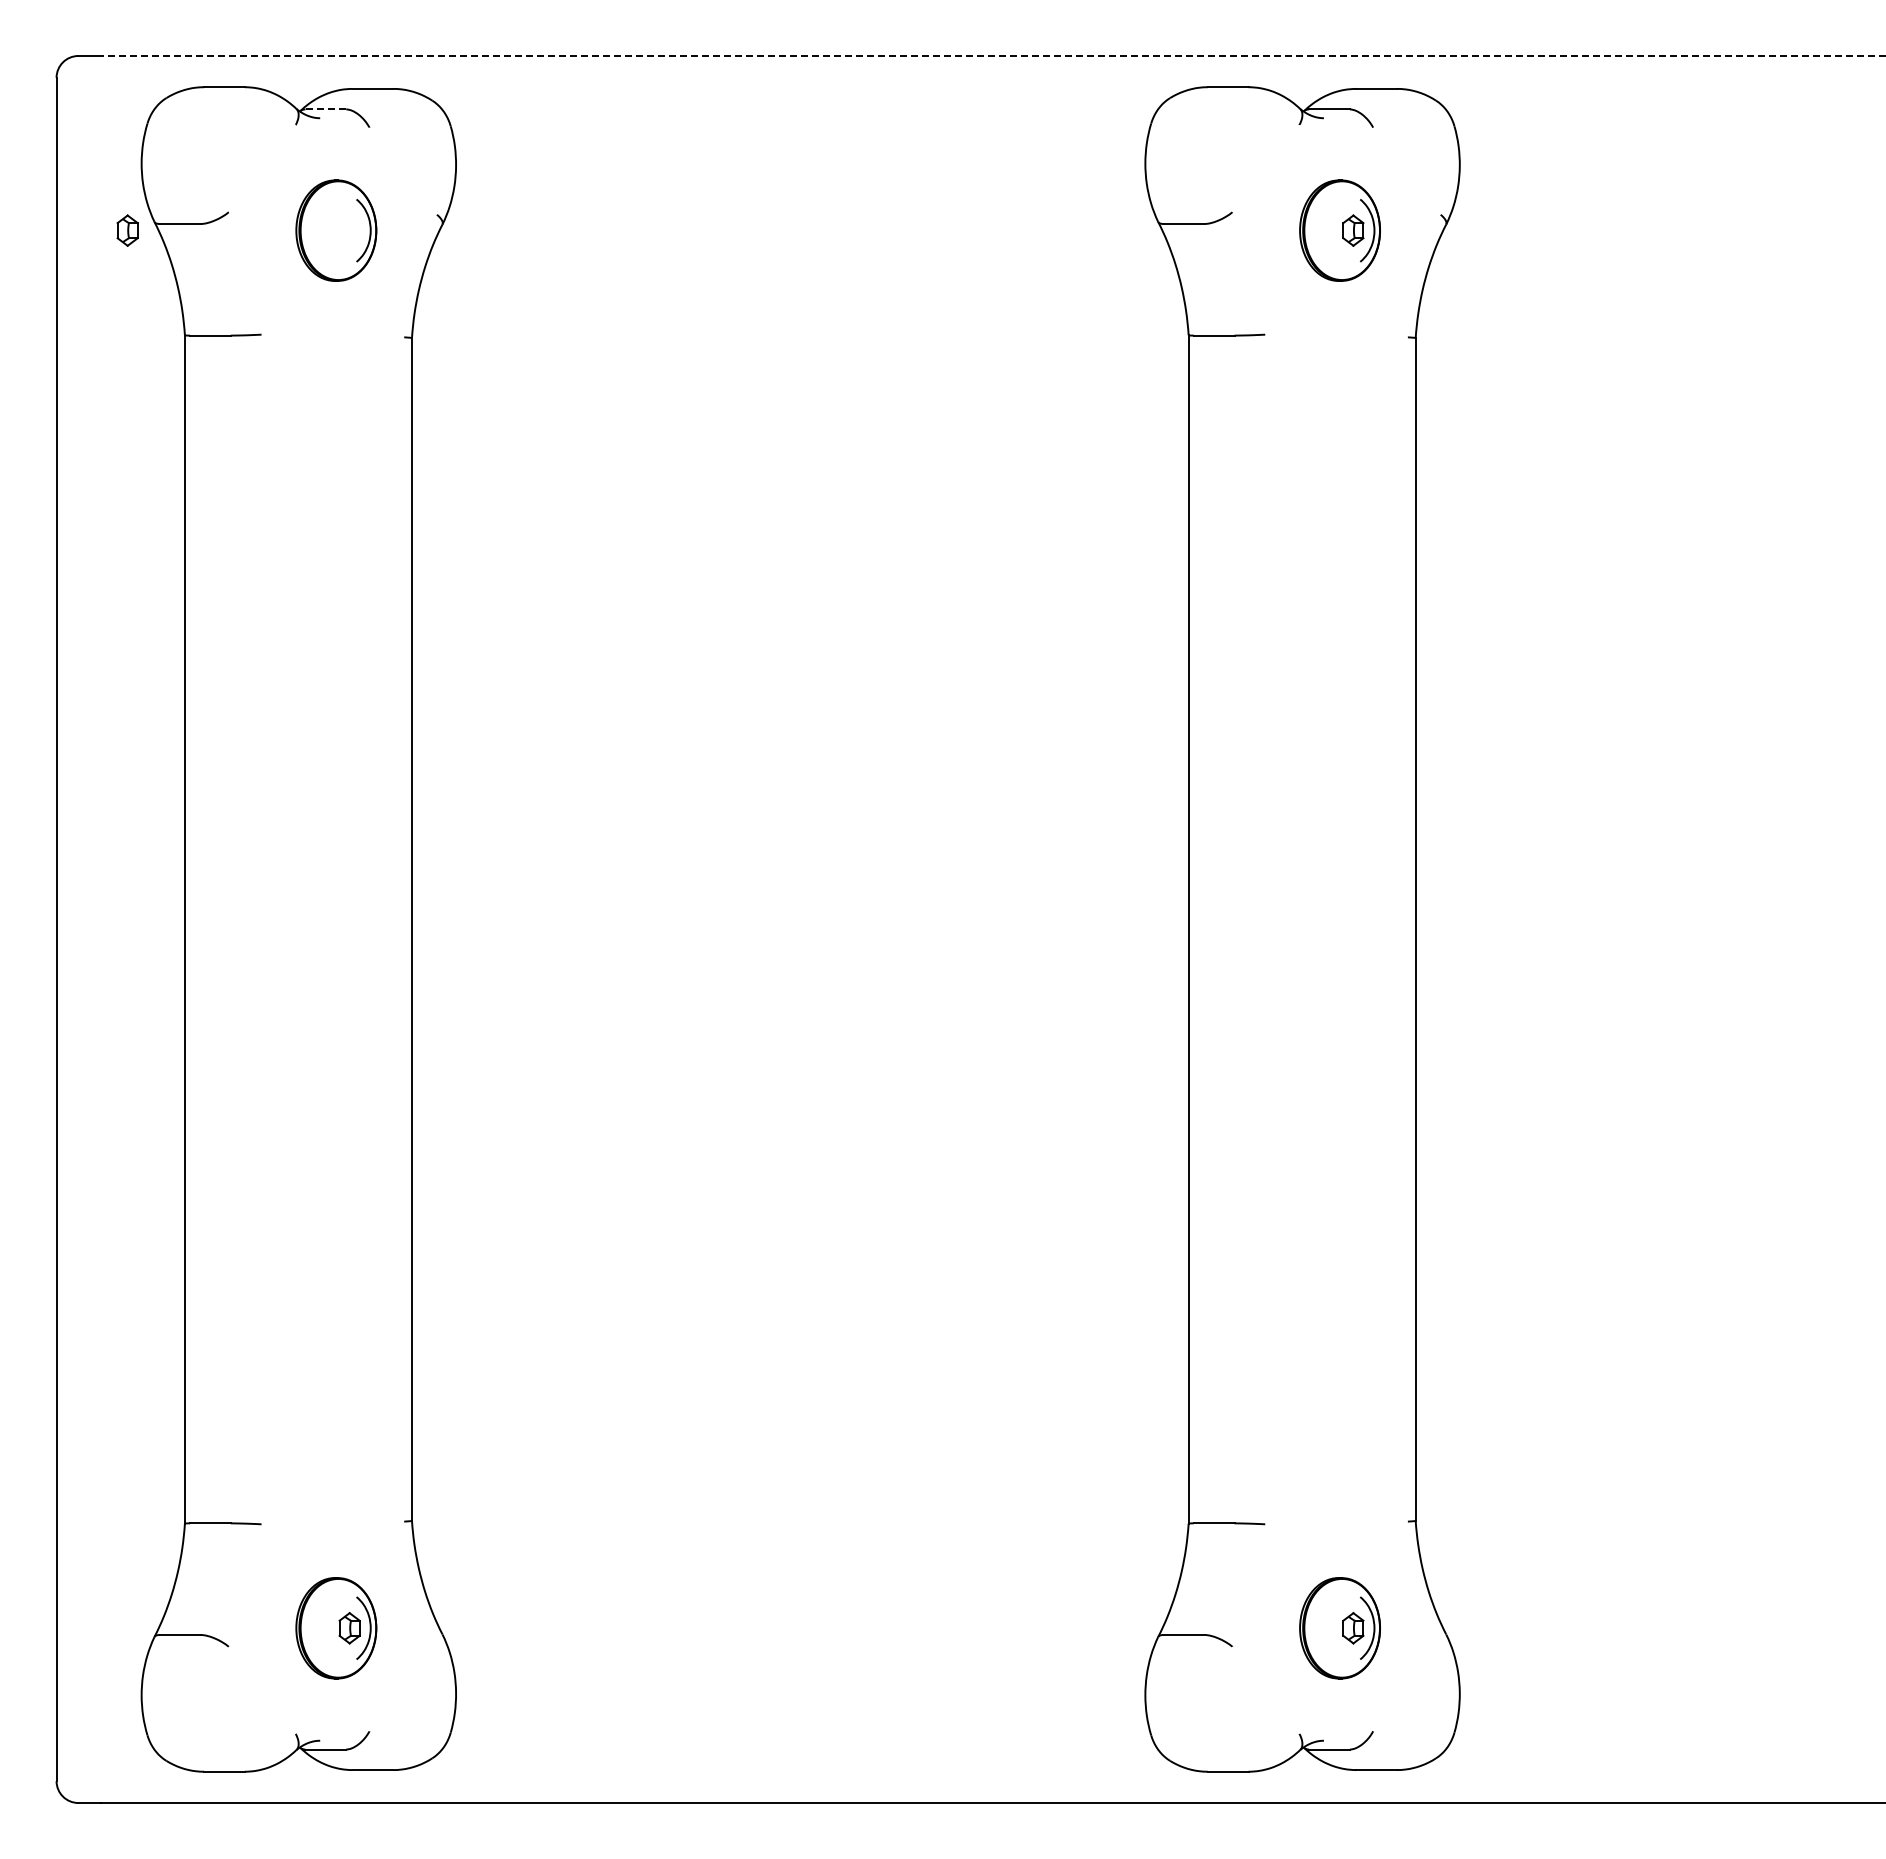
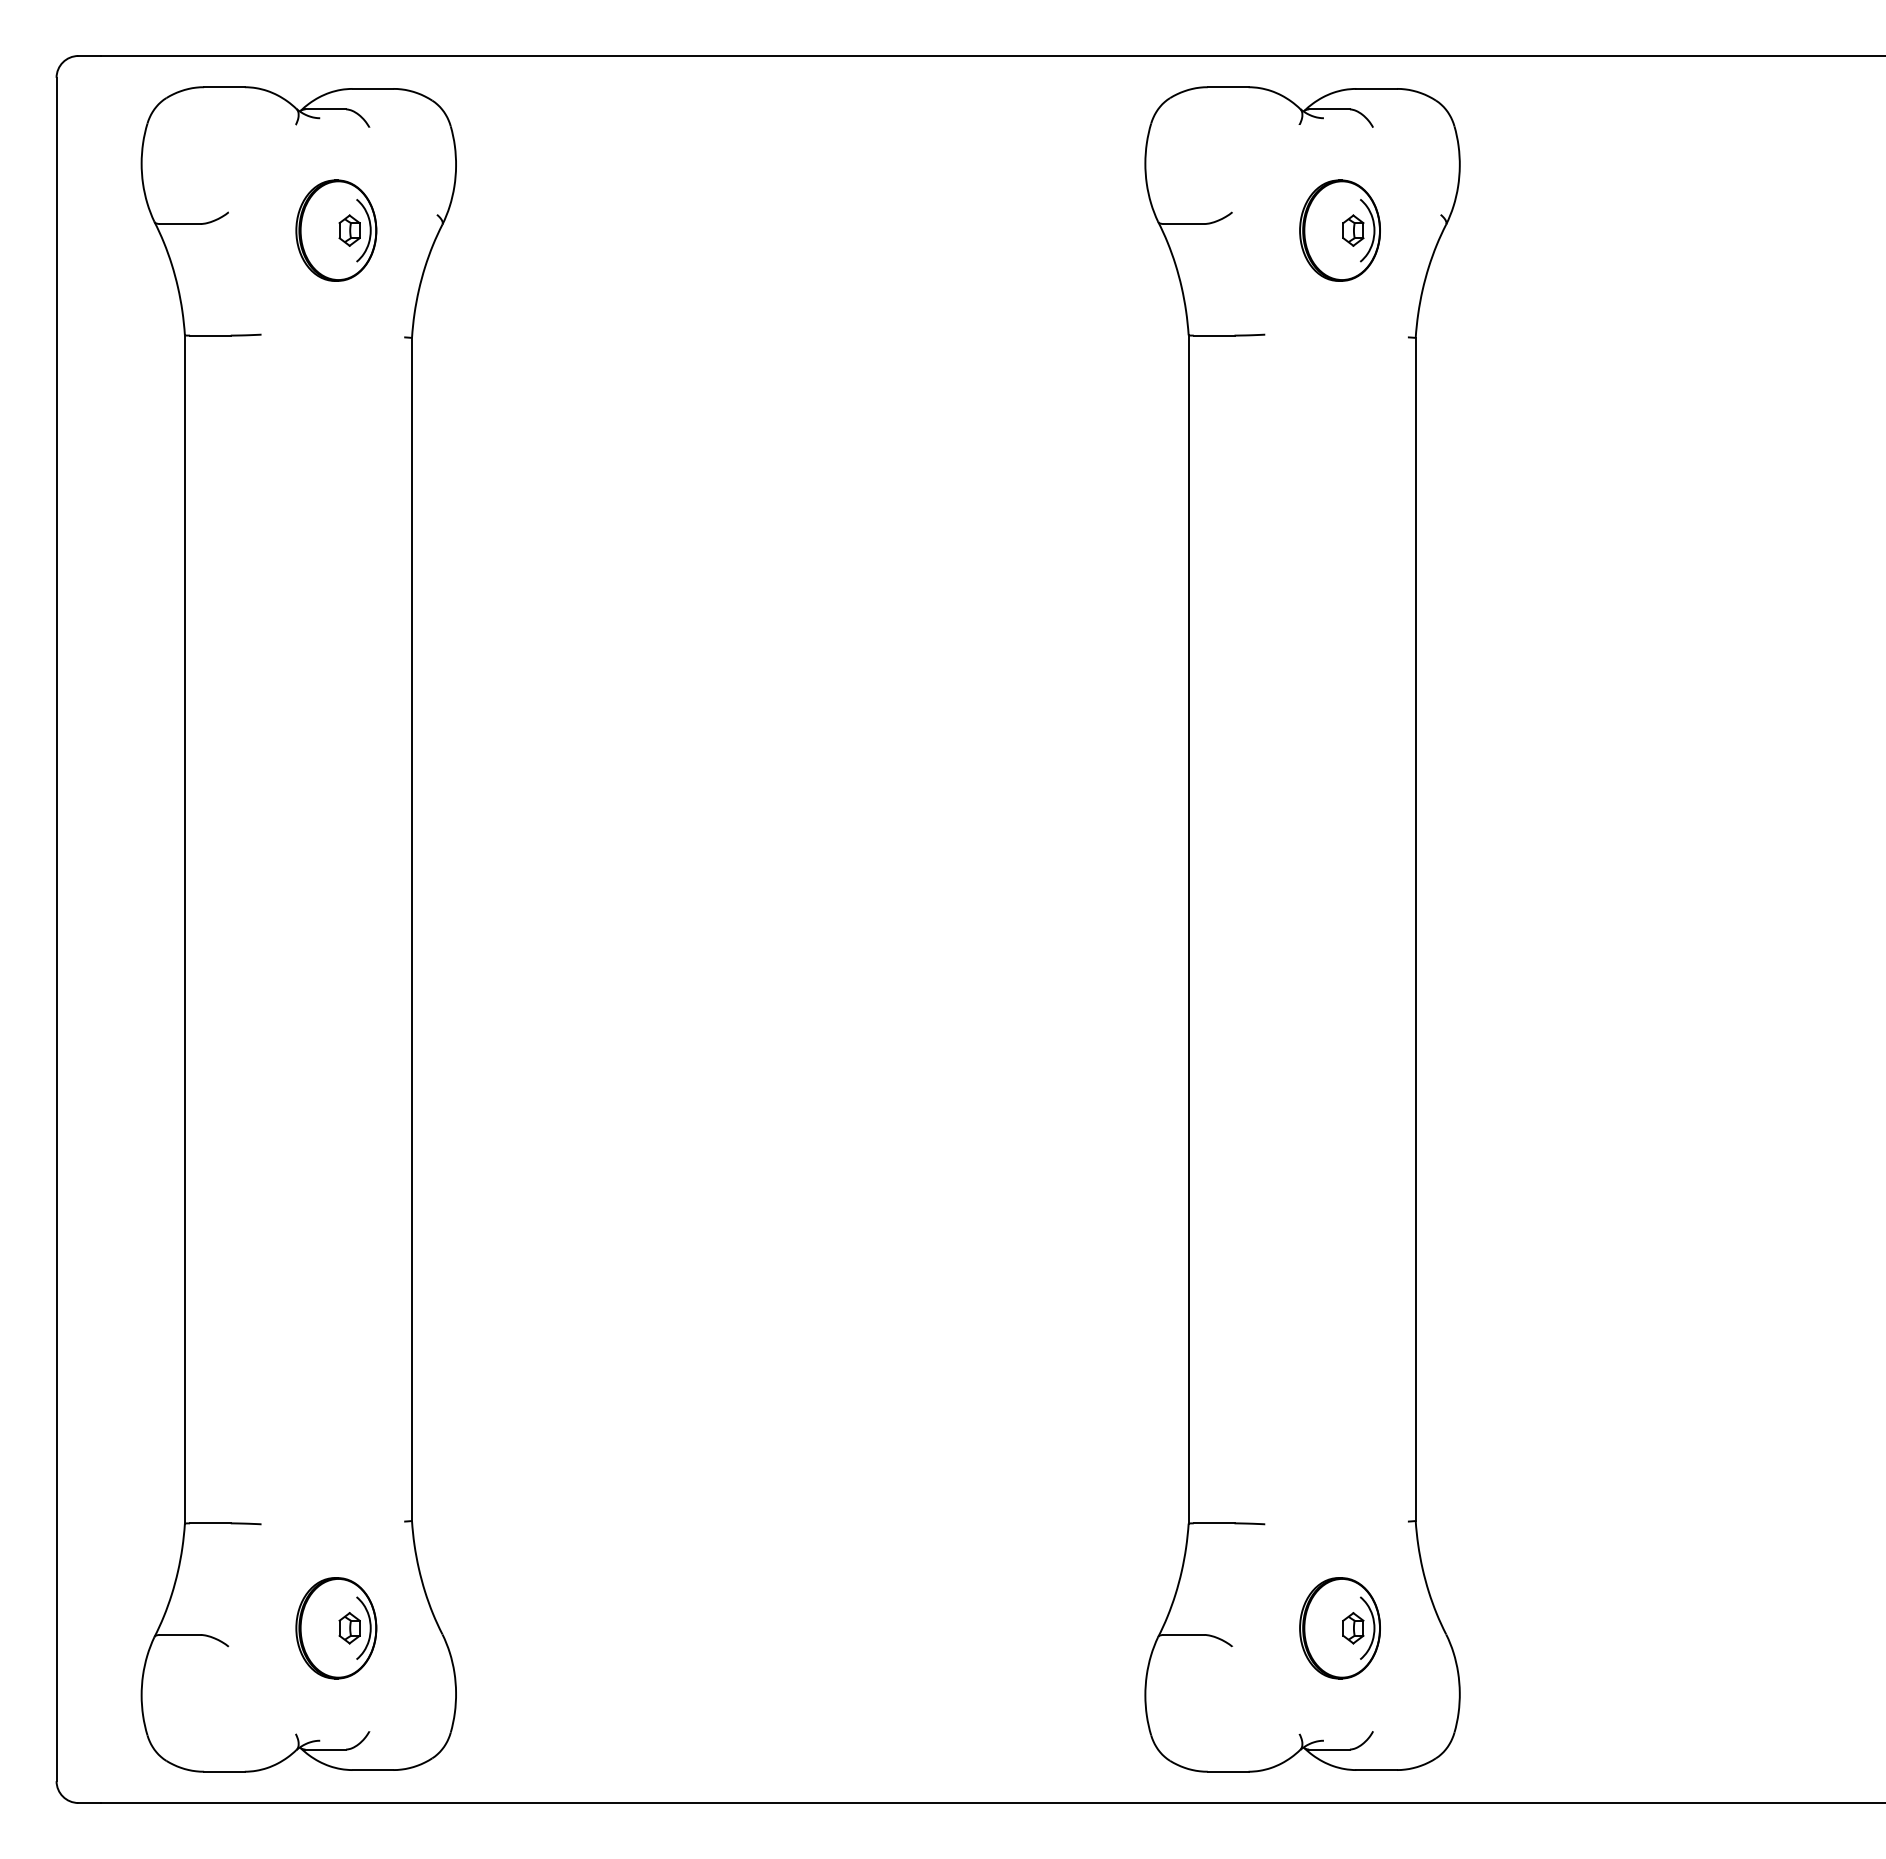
line at (992, 56): dashed -> solid
line at (325, 109): dashed -> solid
part at (127, 230) position: (127, 230) -> (349, 230)
